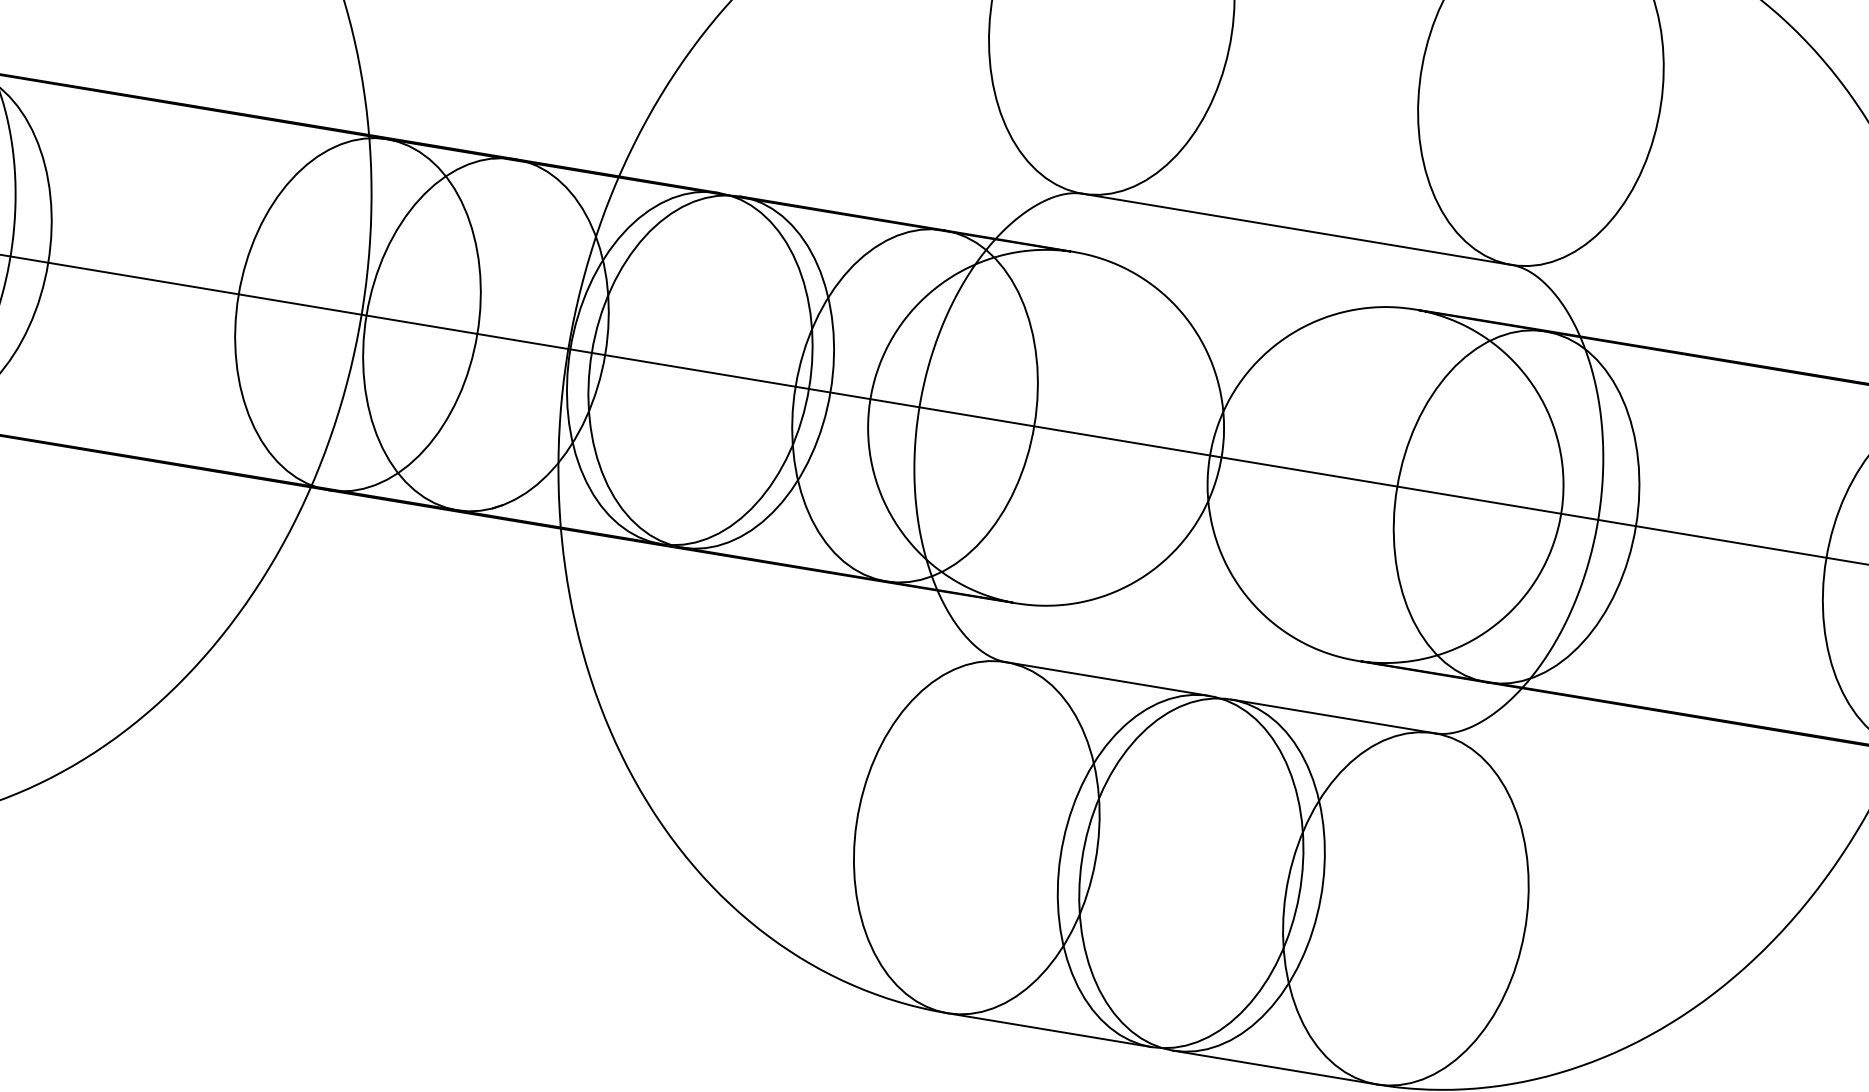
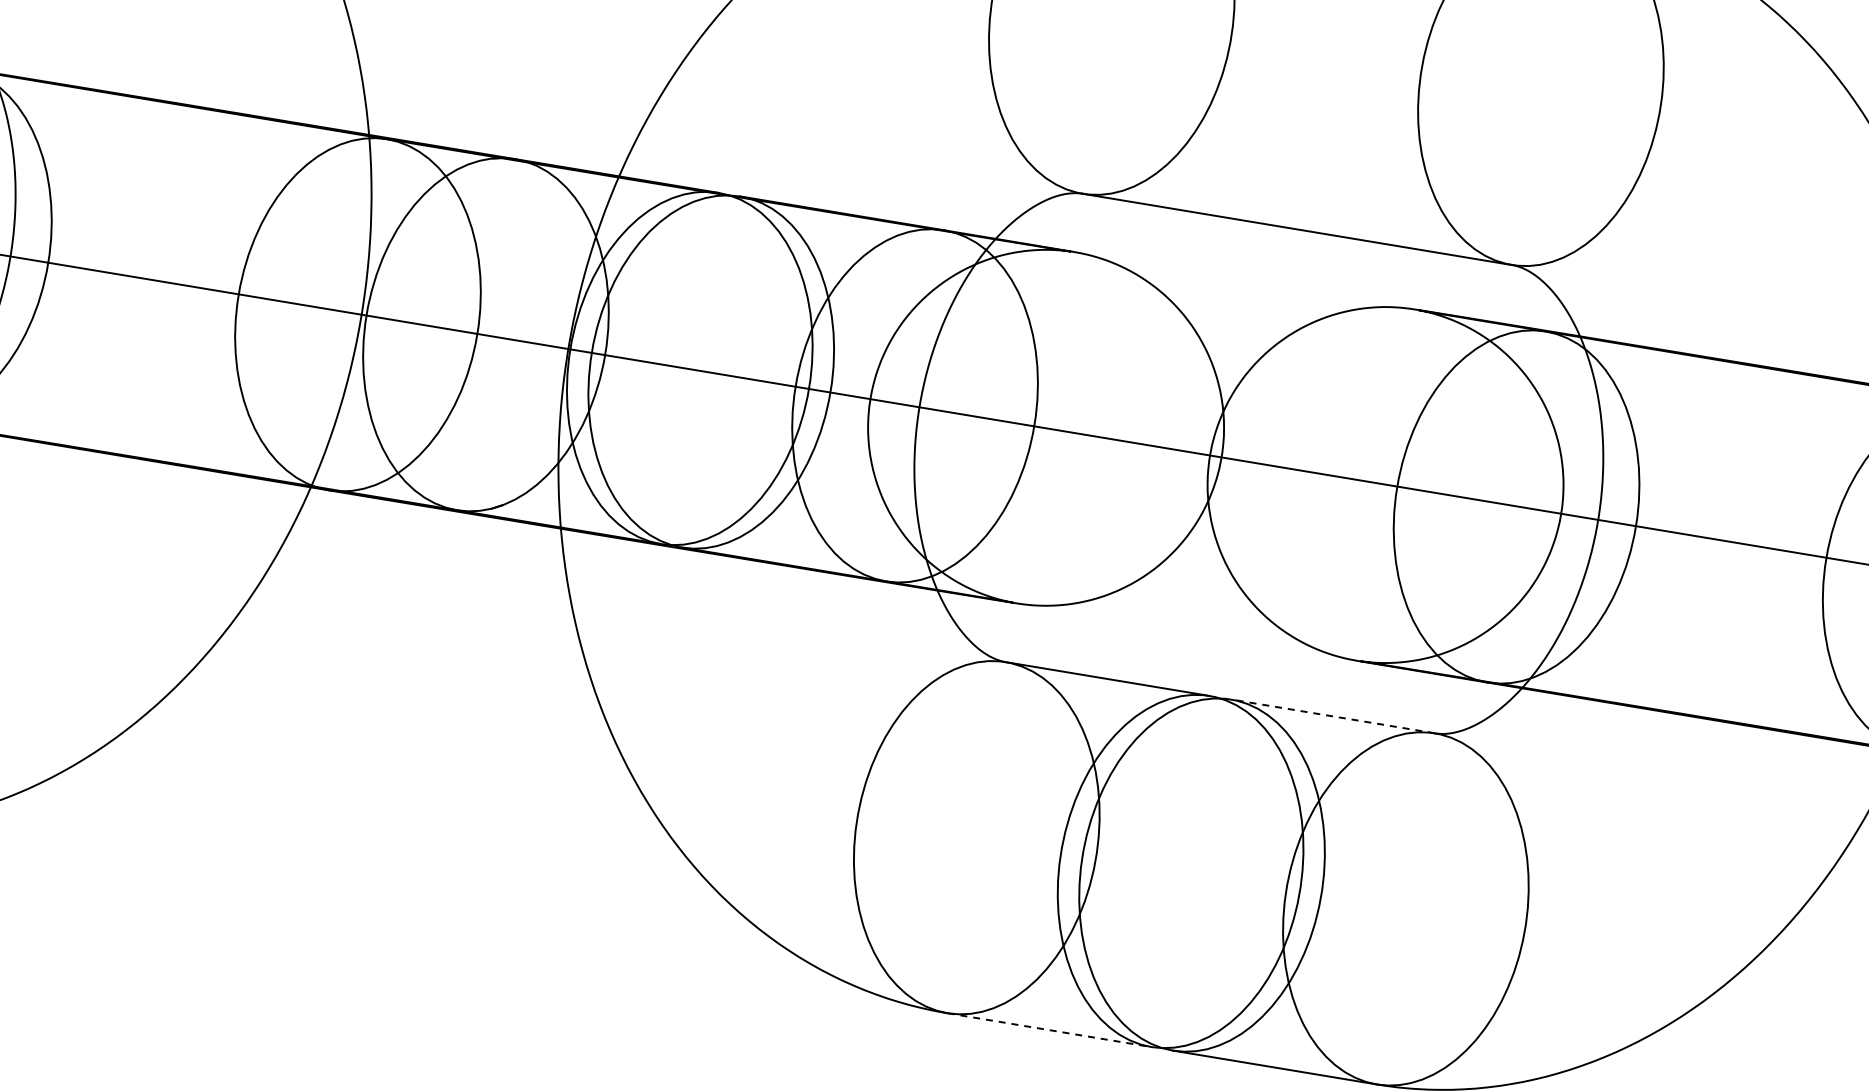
line at (1332, 716): solid -> dashed
line at (1050, 1030): solid -> dashed
